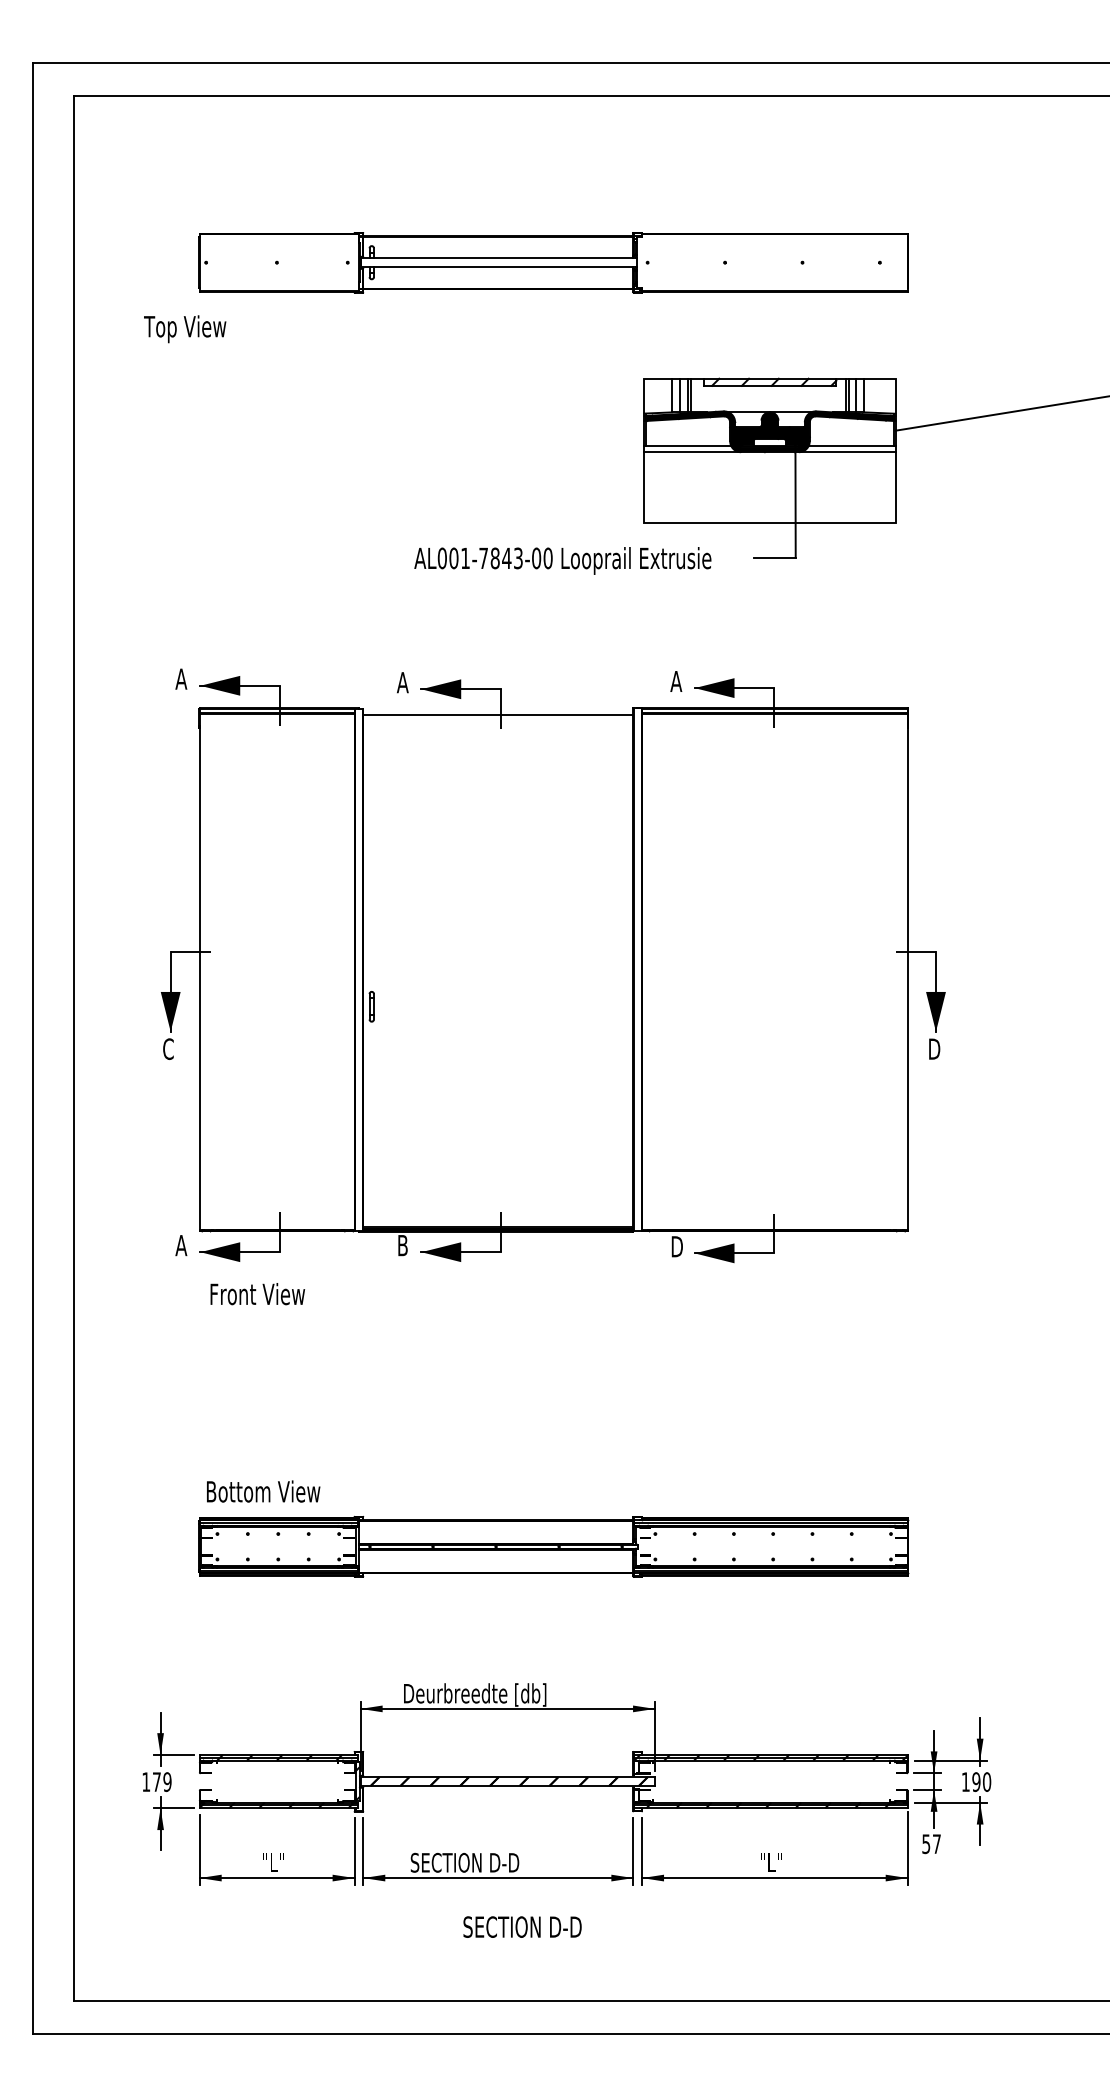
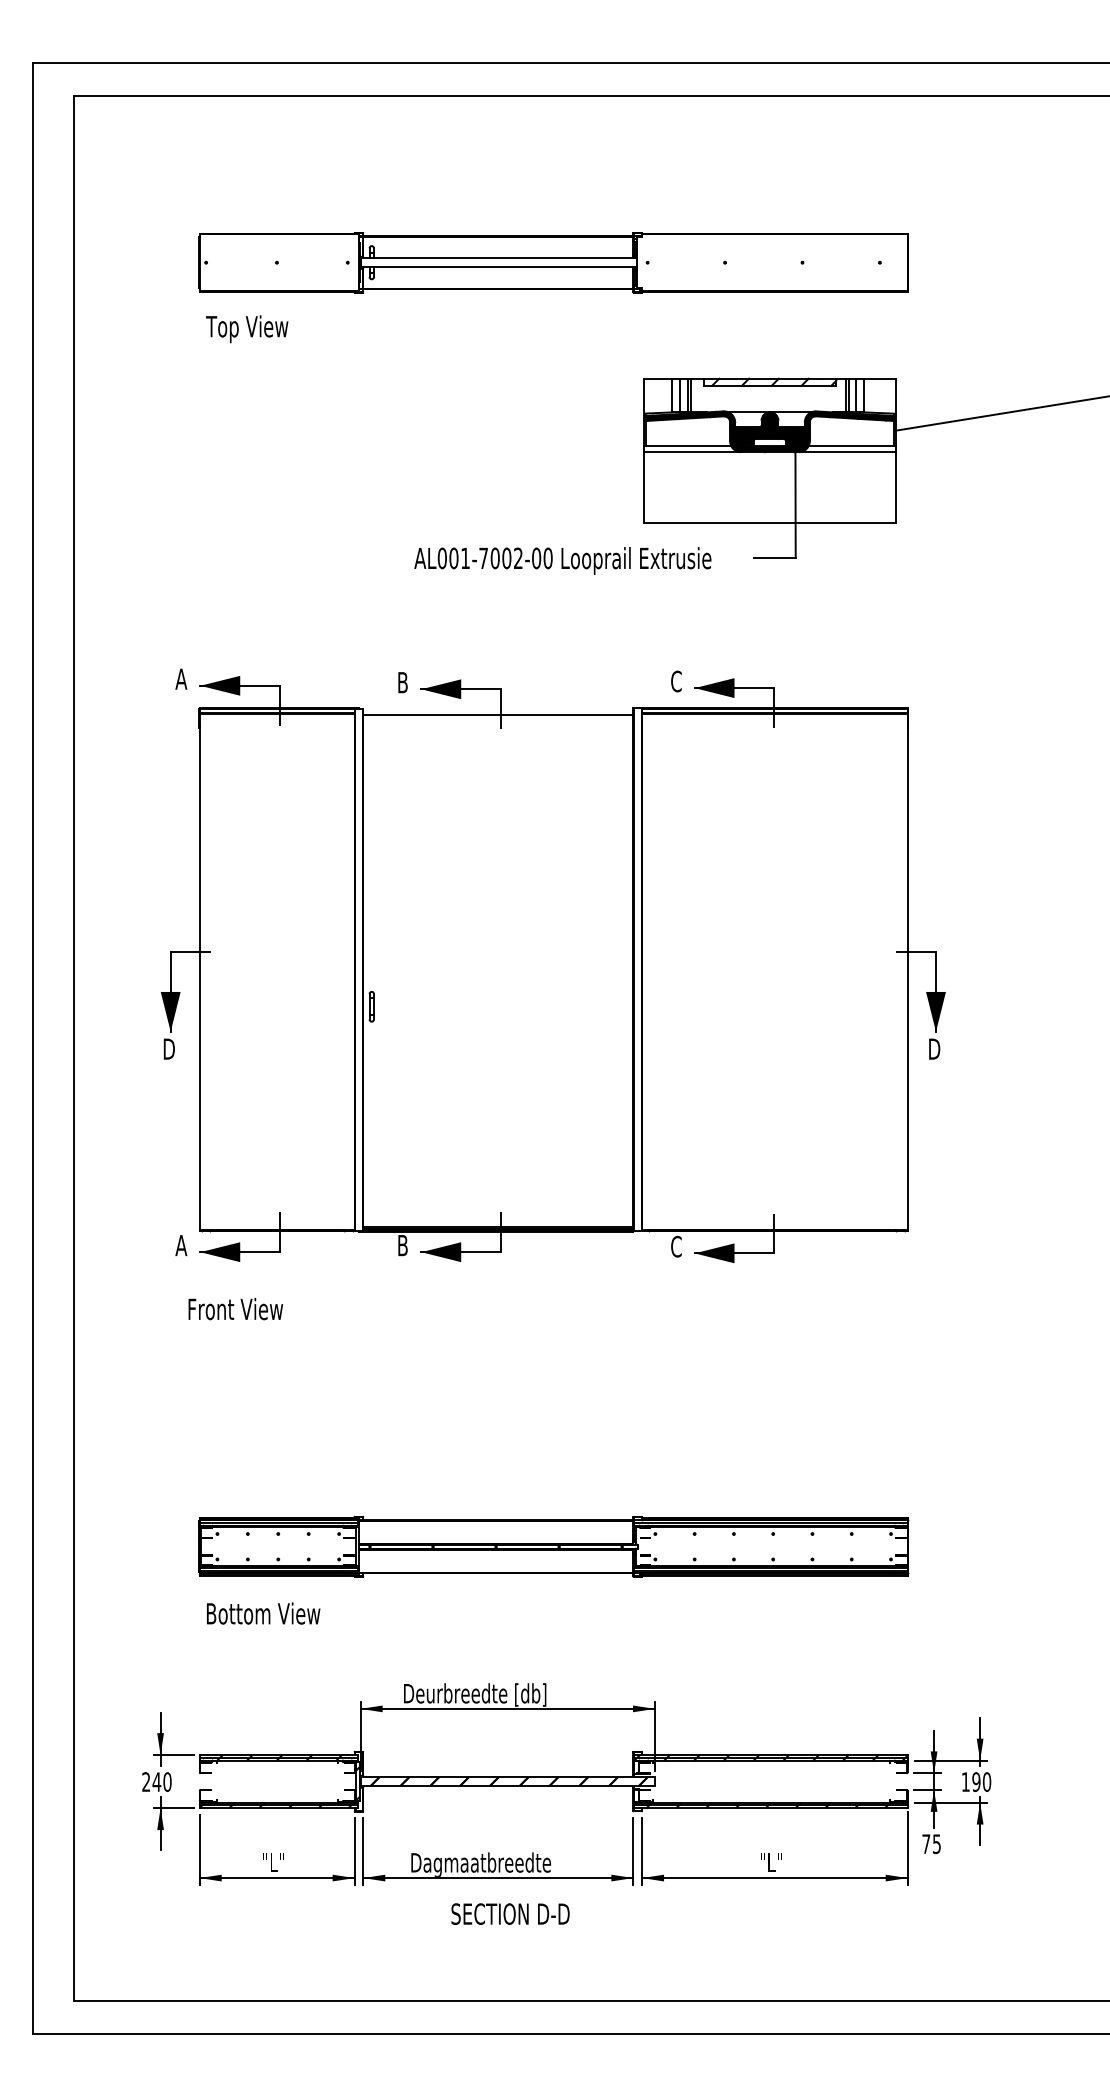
text at (185, 329) position: (185, 329) -> (247, 329)
text at (506, 558): AL001-7843-00 -> AL001-7002-00
text at (676, 681): A -> C
text at (402, 682): A -> B
text at (168, 1048): C -> D
text at (676, 1246): D -> C
text at (257, 1294) position: (257, 1294) -> (235, 1309)
text at (263, 1491) position: (263, 1491) -> (263, 1613)
text at (156, 1782): 179 -> 240
text at (931, 1844): 57 -> 75
text at (480, 1864): SECTION D-D -> Dagmaatbreedte
text at (522, 1926) position: (522, 1926) -> (510, 1913)
